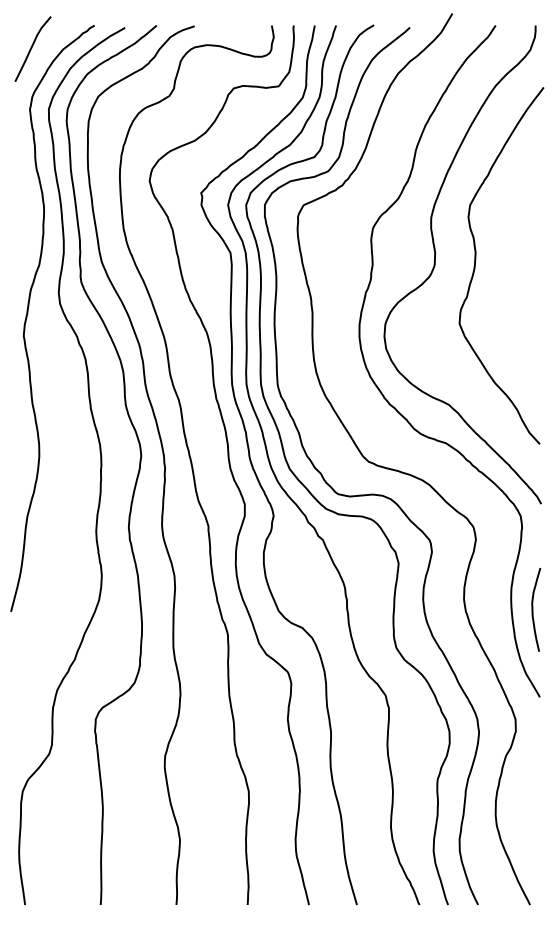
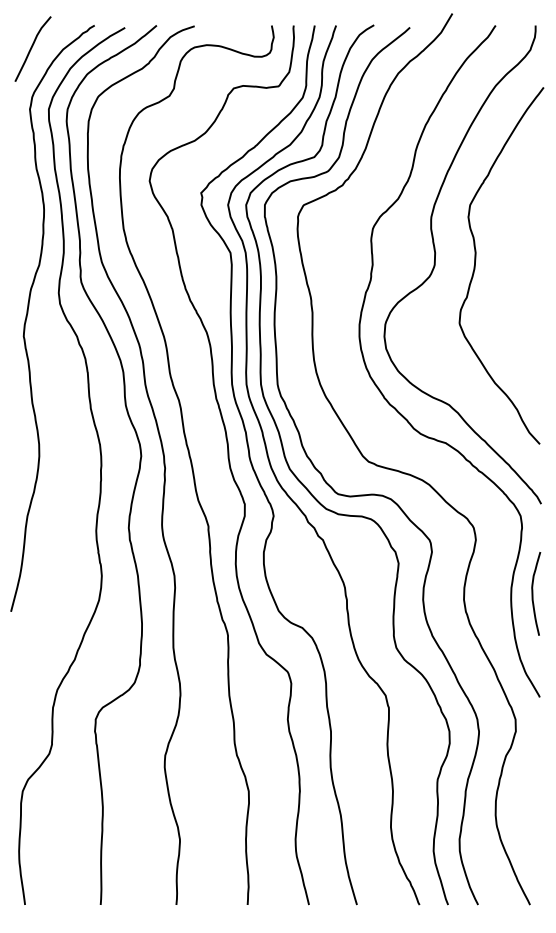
curve at (533, 609) position: (533, 609) -> (533, 593)
